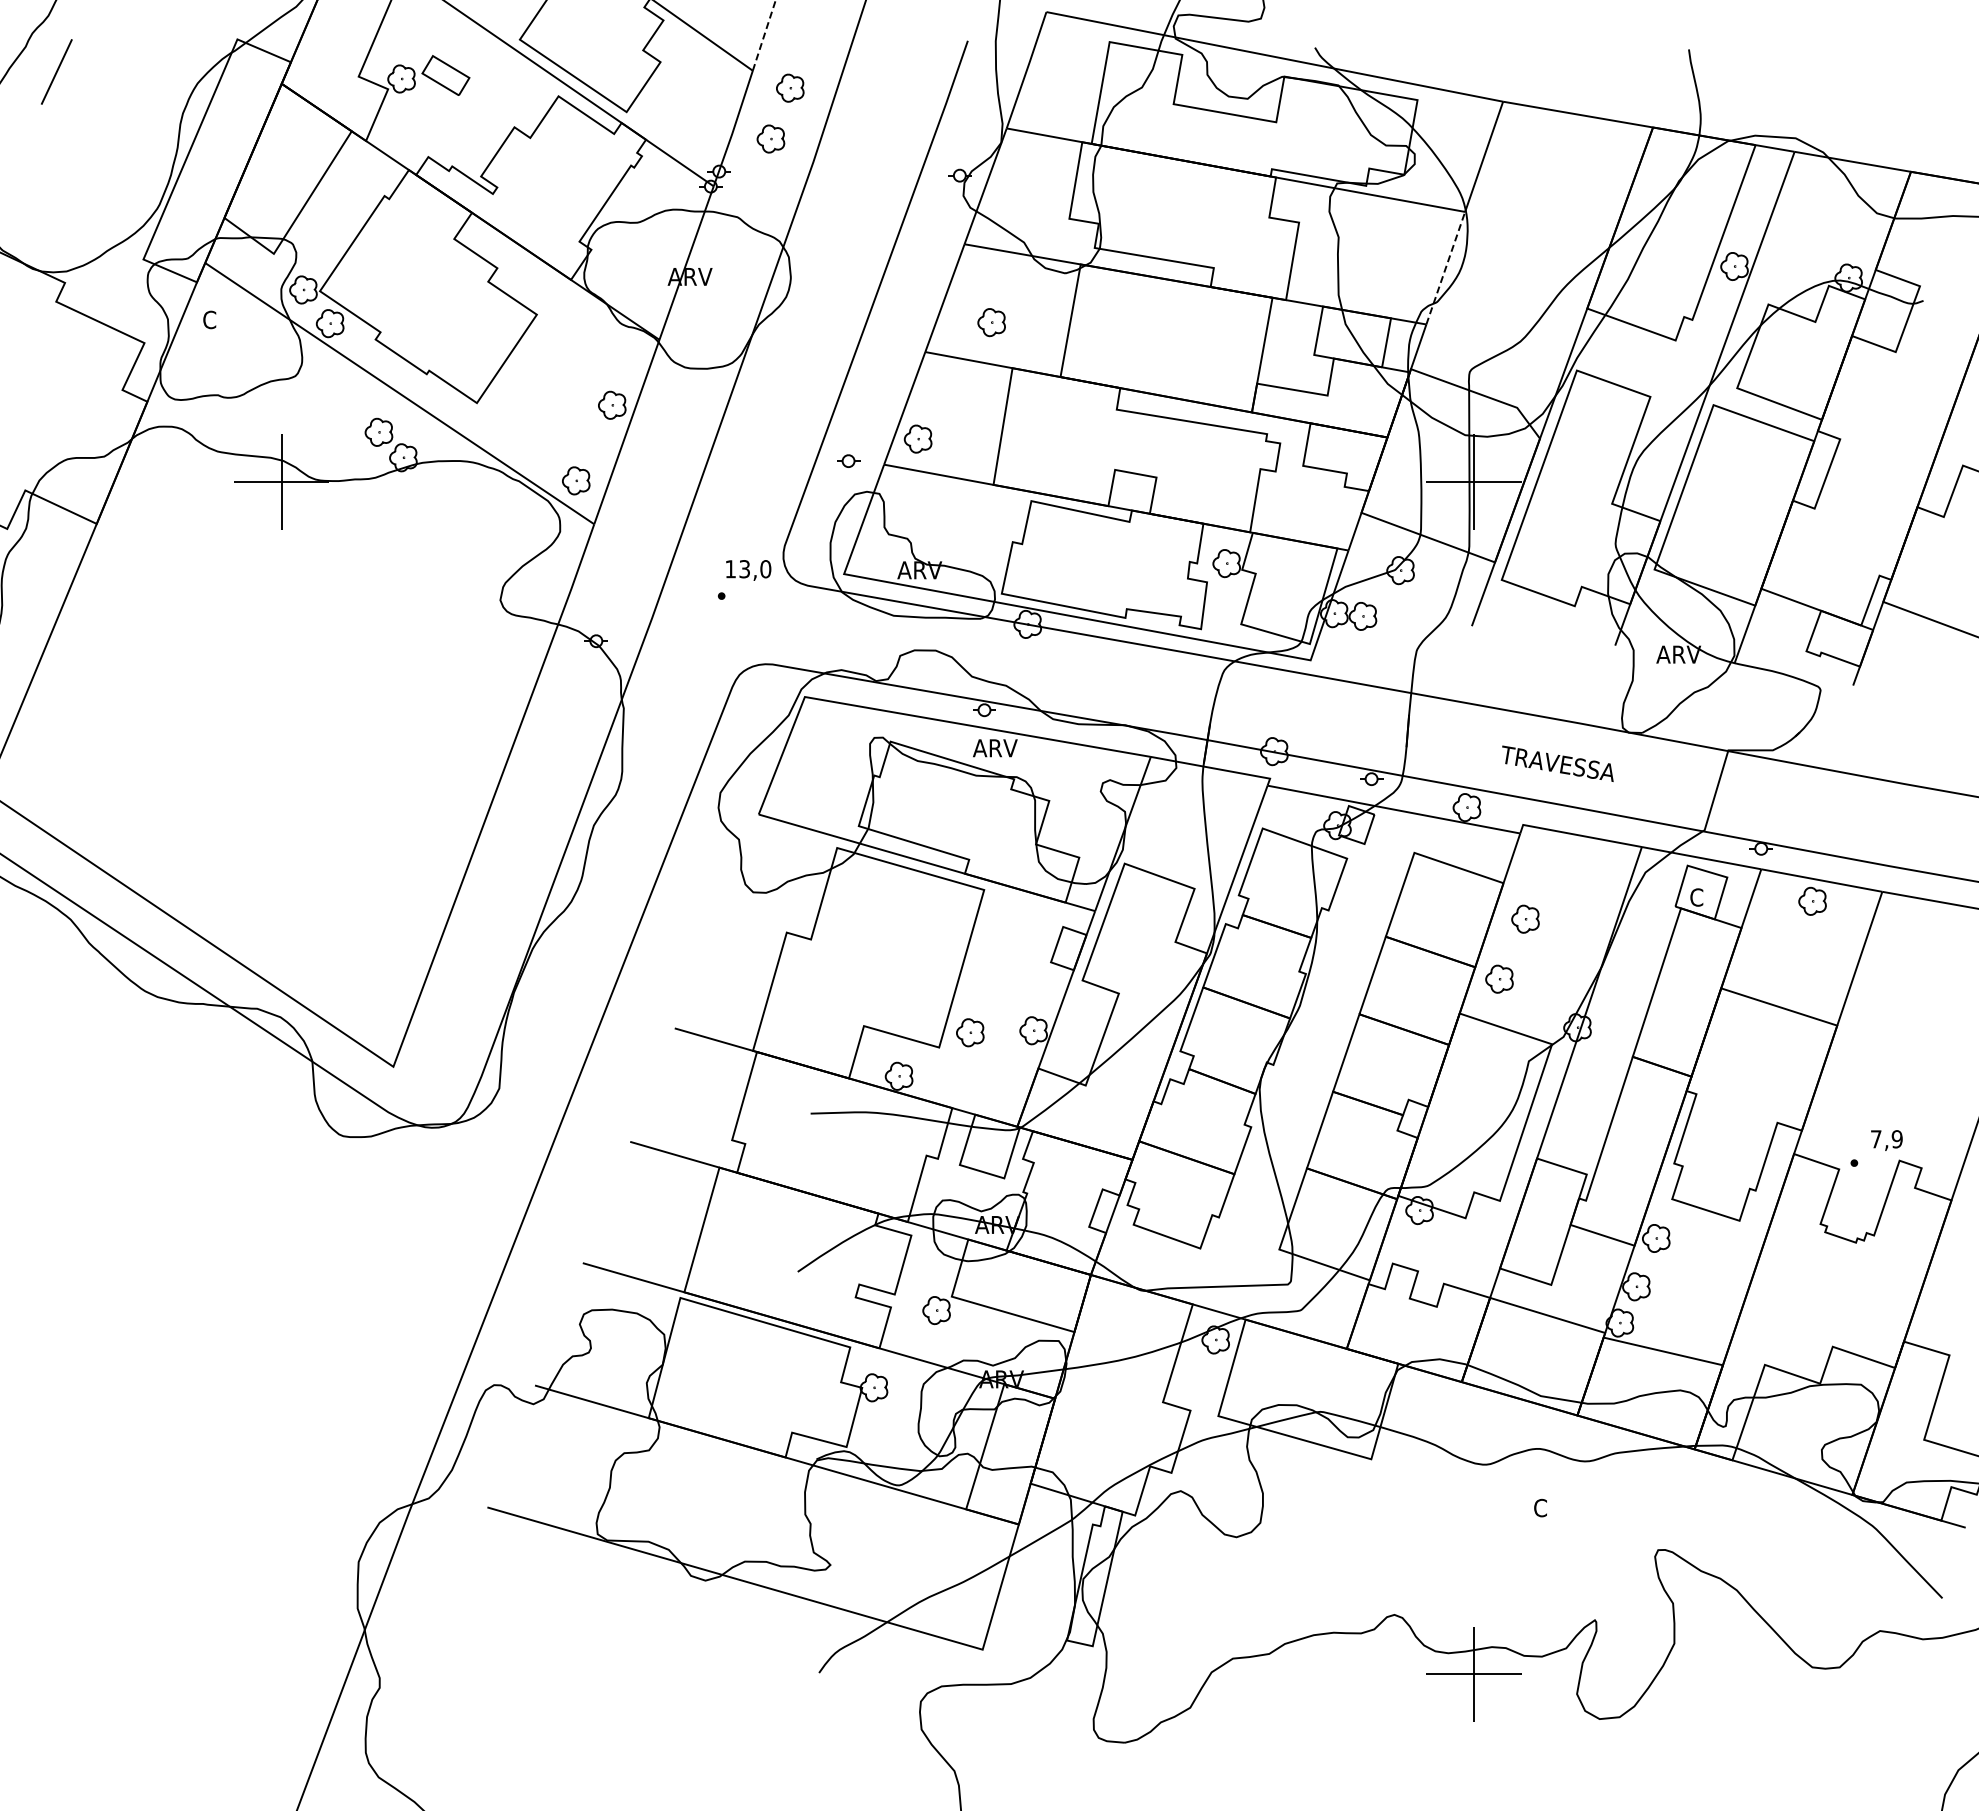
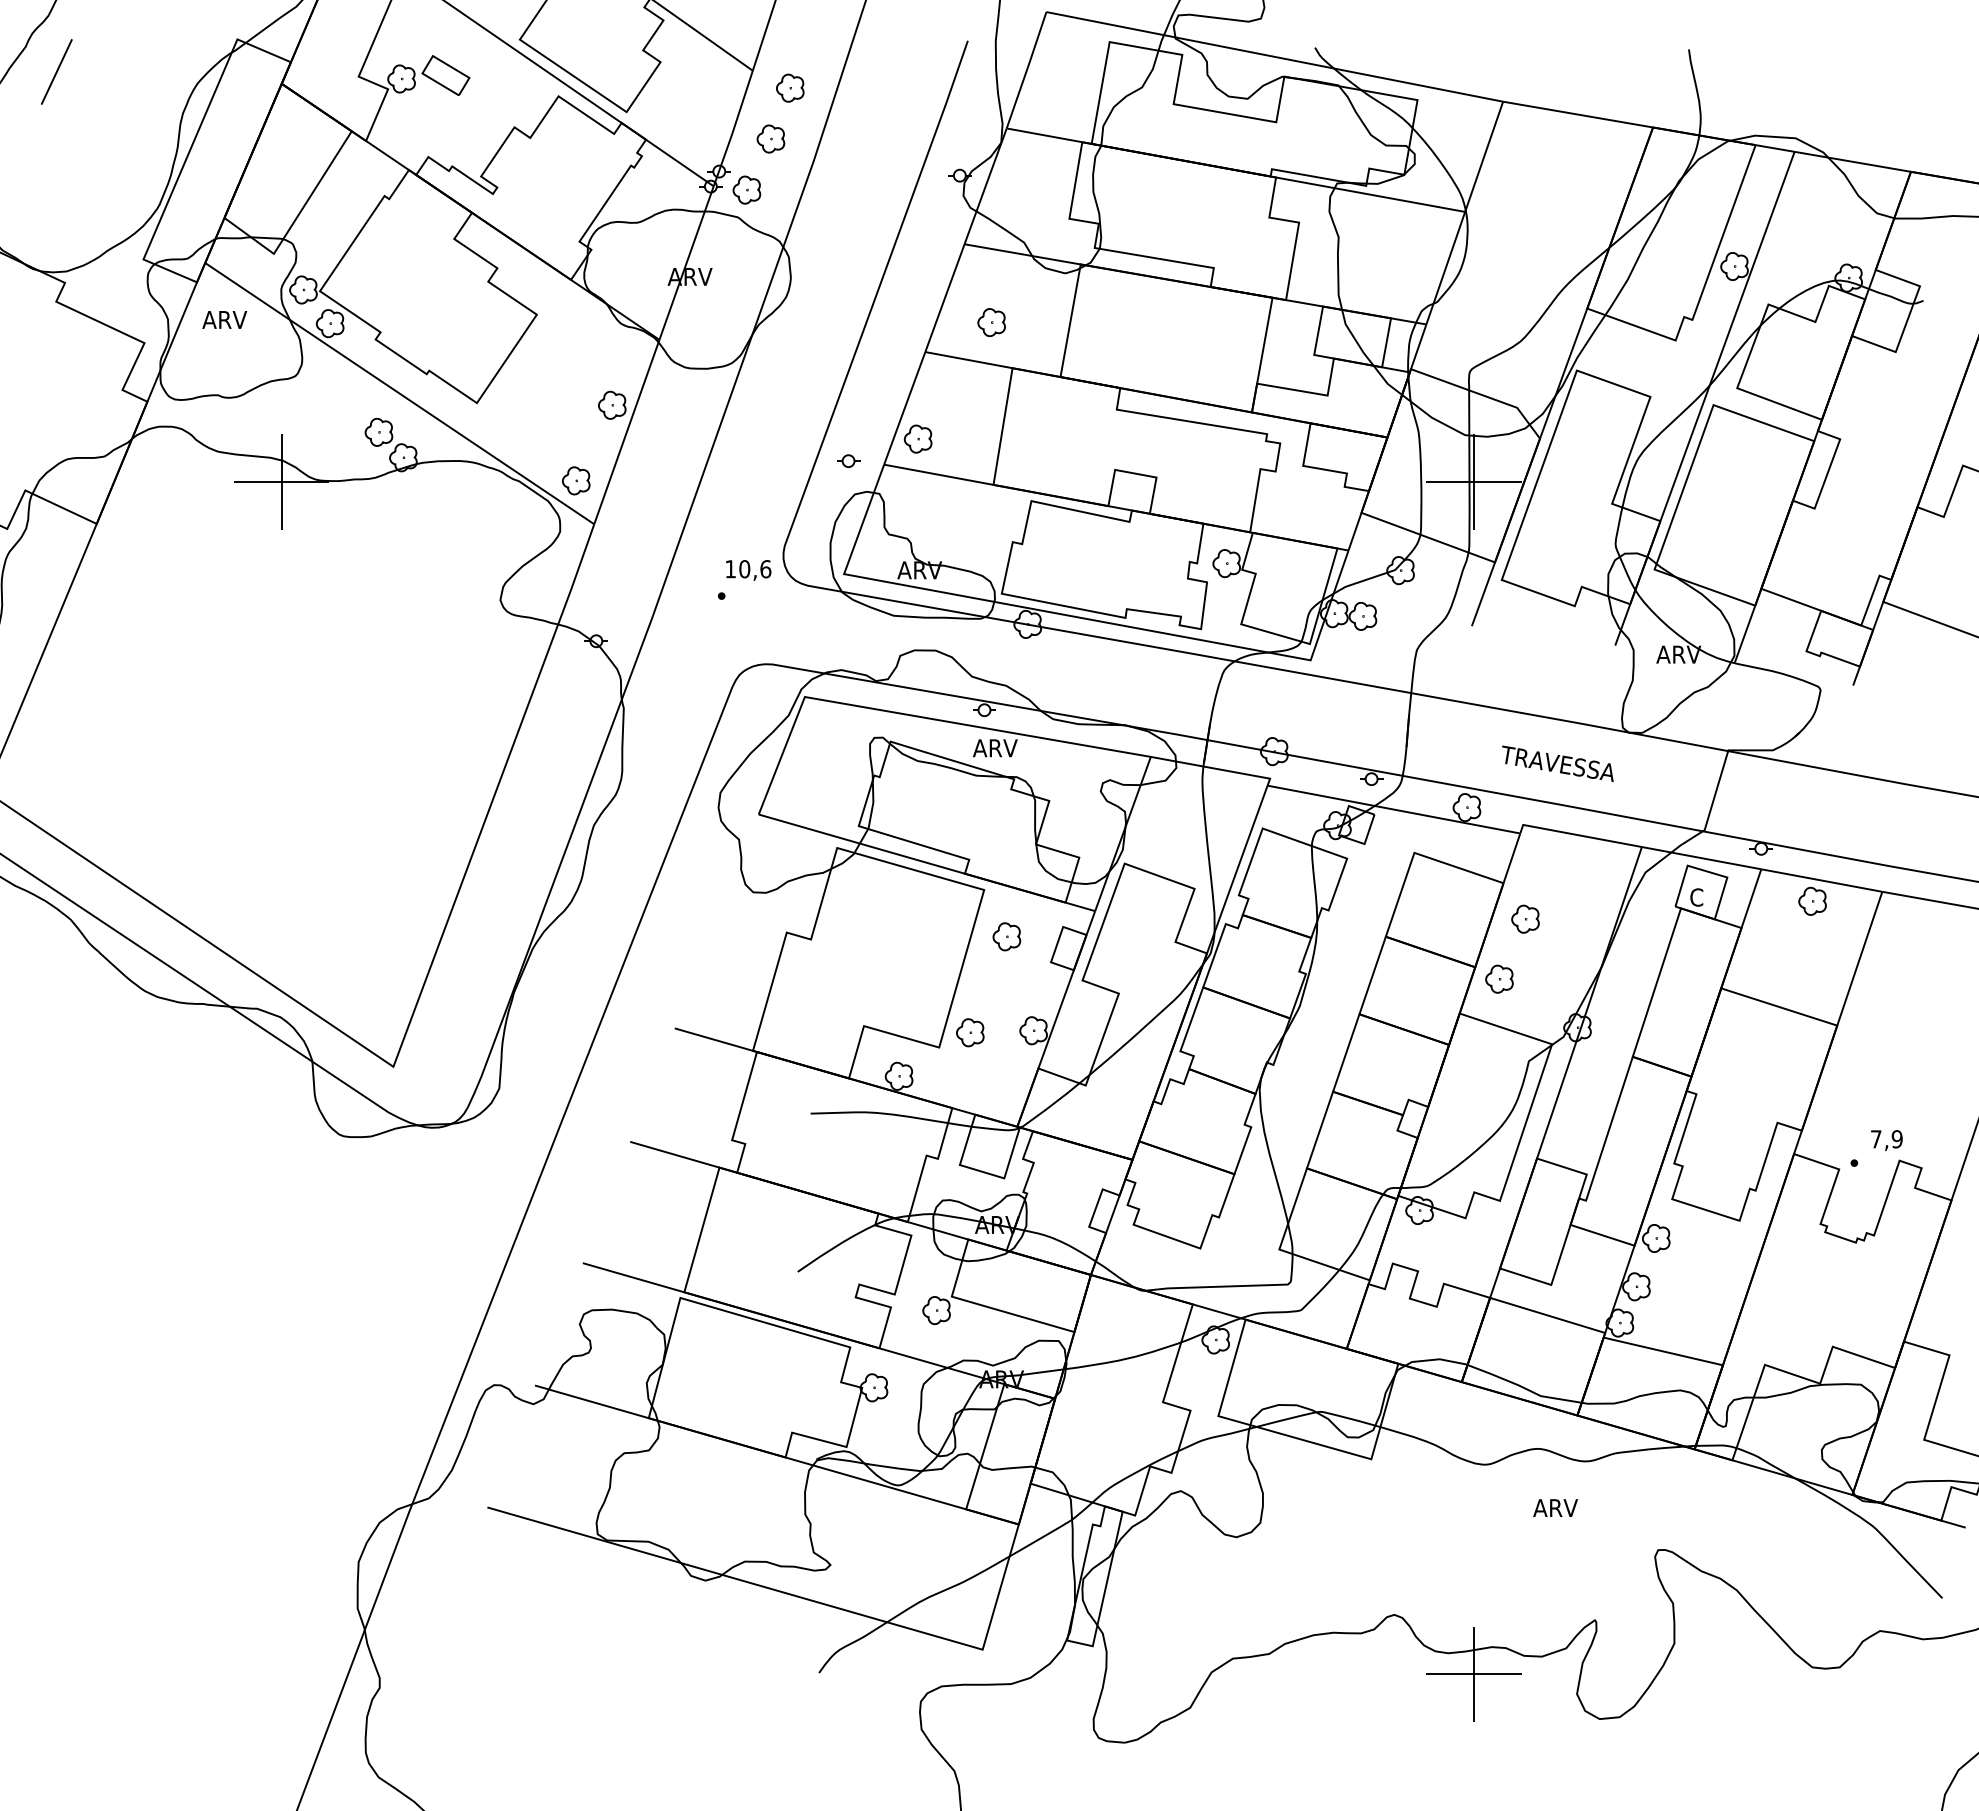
line at (764, 35): dashed -> solid
part at (746, 189): none -> present
line at (1445, 268): dashed -> solid
text at (224, 319): C -> ARV
text at (755, 569): 13,0 -> 10,6
part at (1006, 936): none -> present
text at (1555, 1507): C -> ARV
